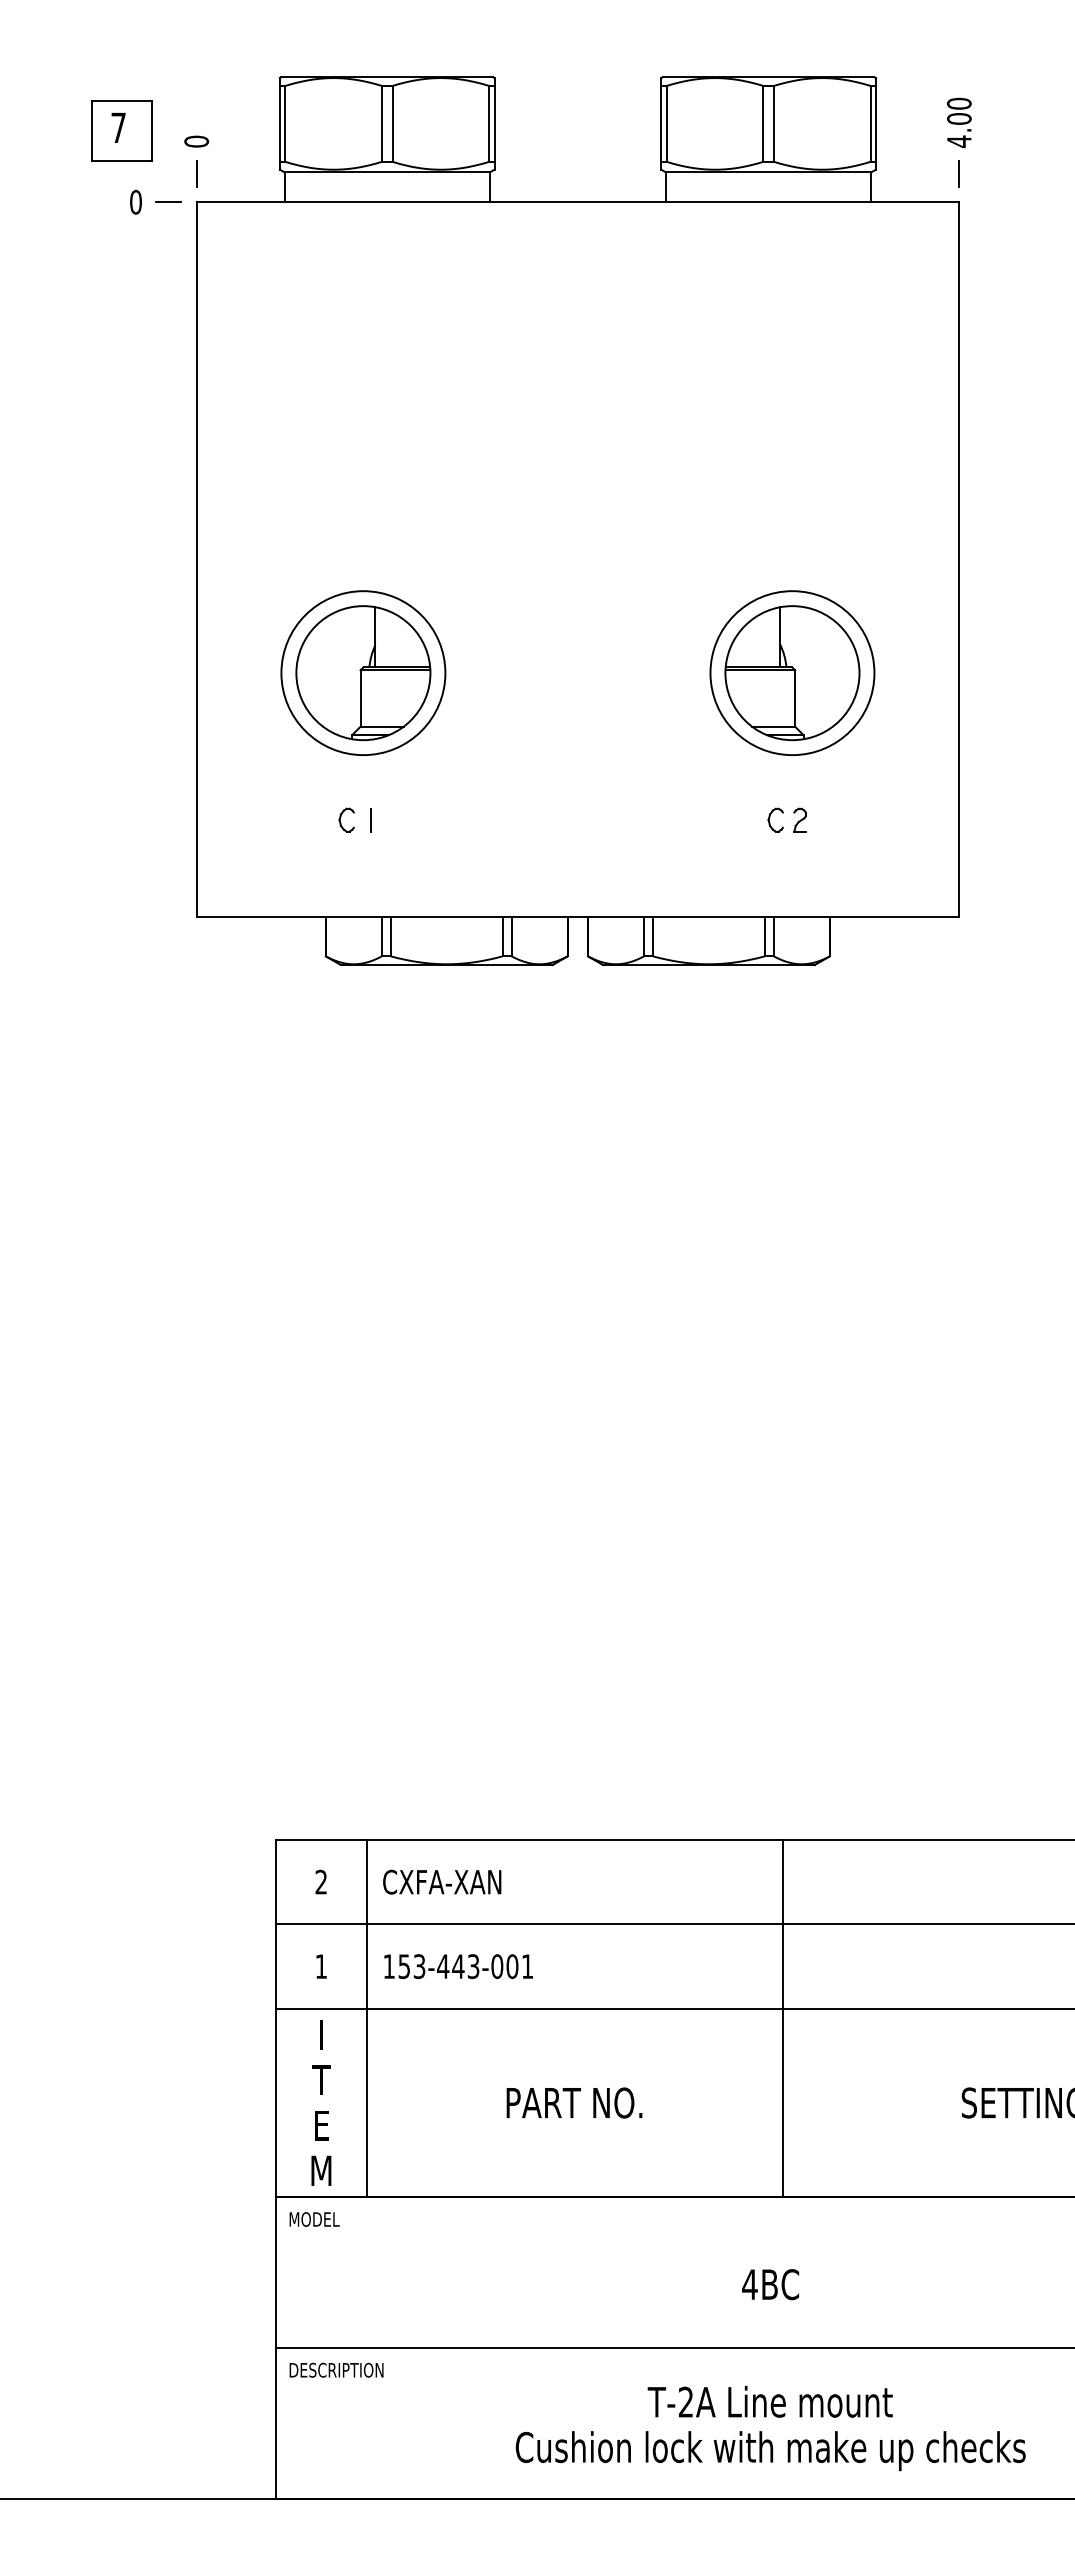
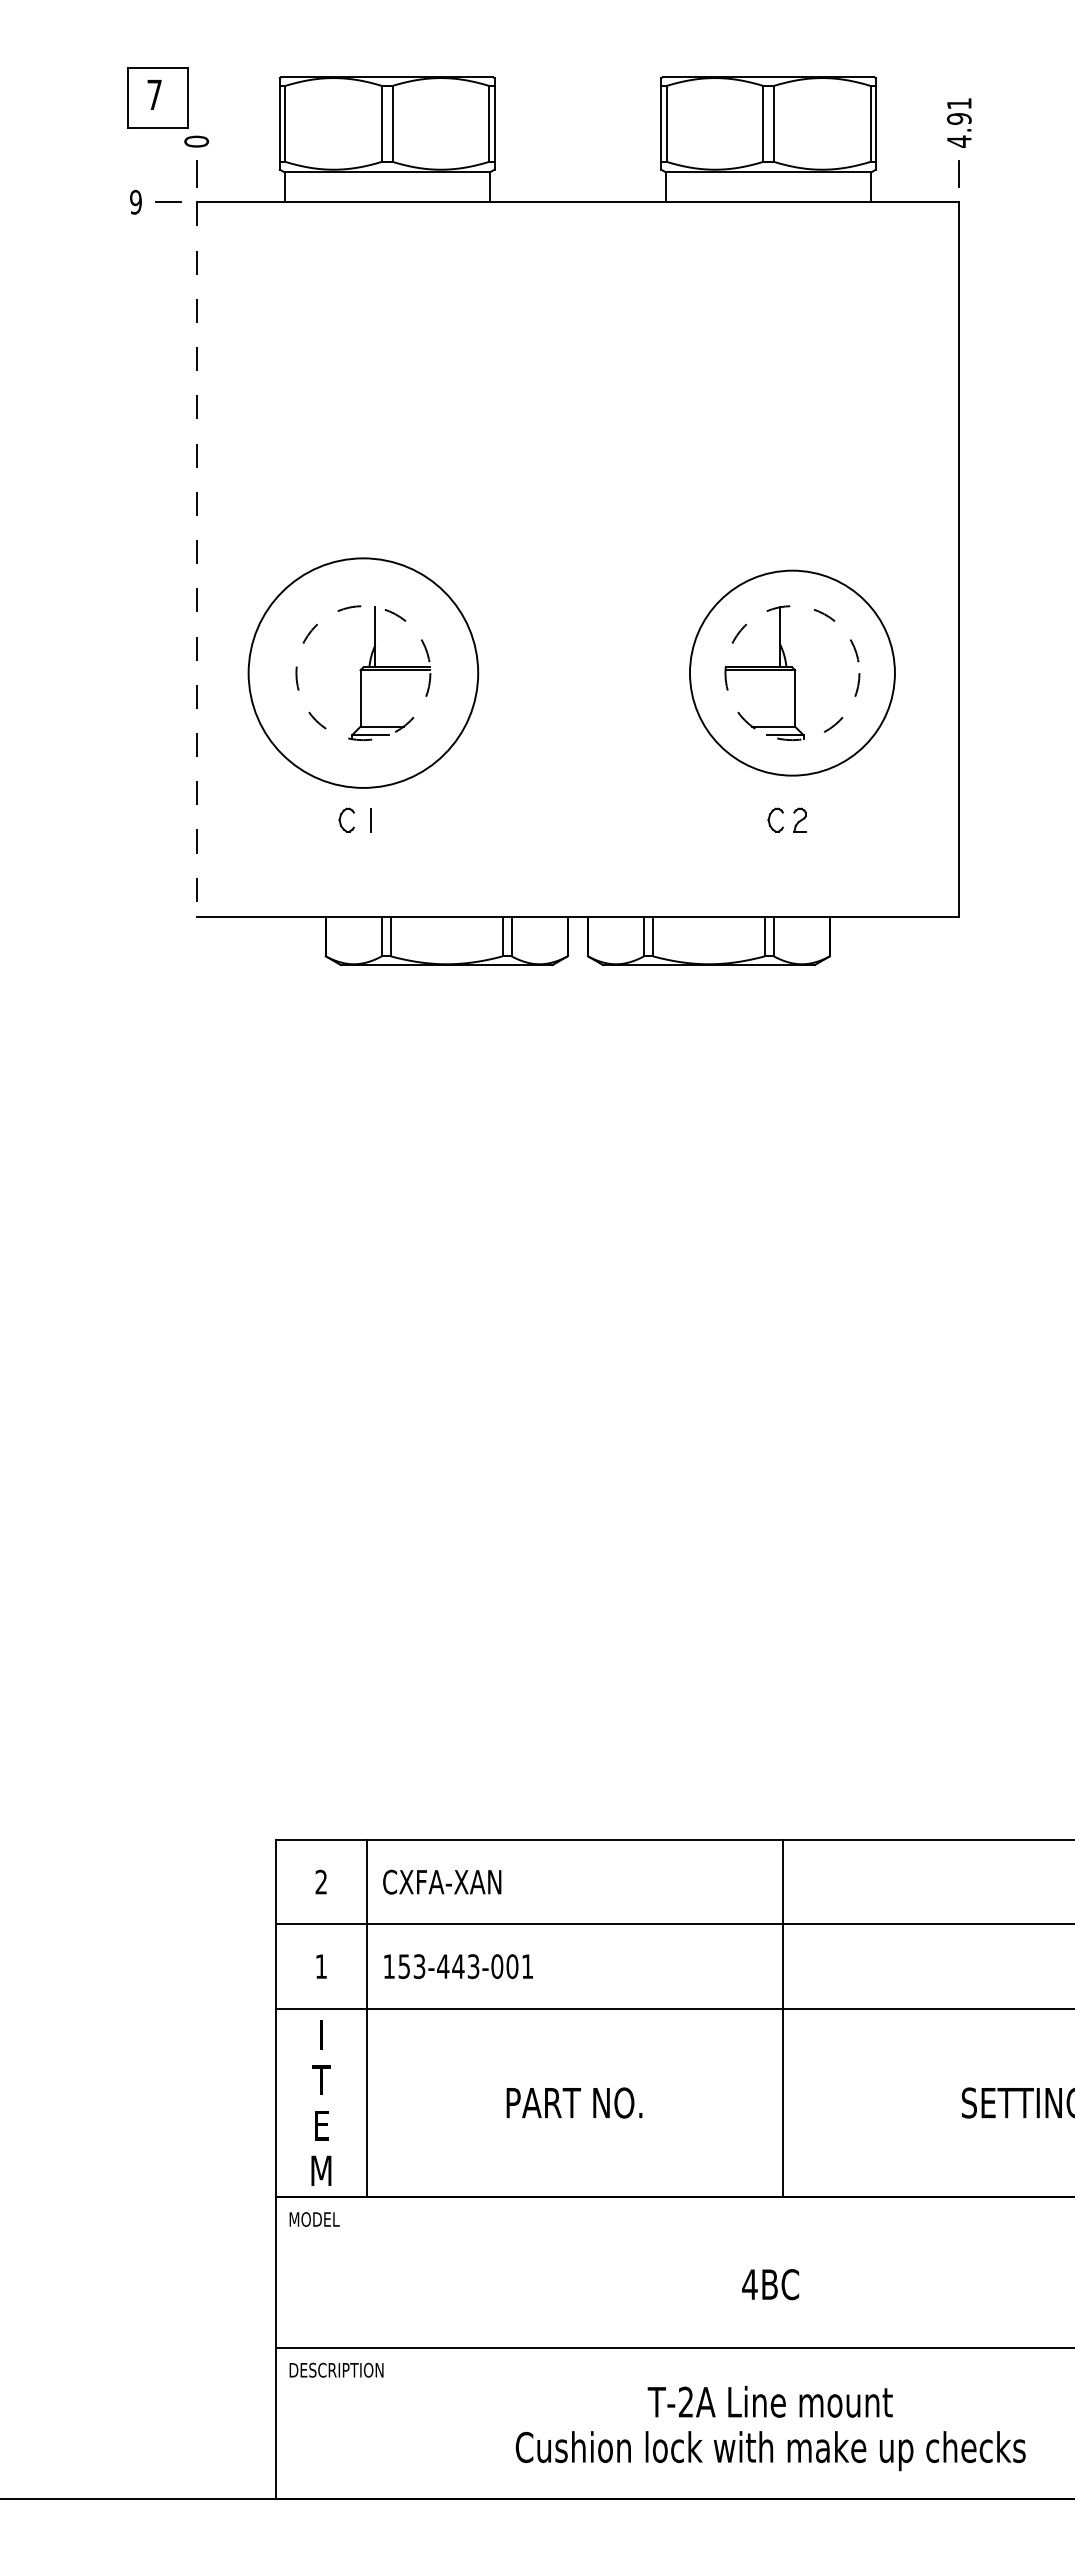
text at (959, 110): 4.00 -> 4.91
part at (121, 130) position: (121, 130) -> (157, 97)
text at (135, 202): 0 -> 9
line at (196, 559): solid -> dashed
circle at (363, 673) diameter: 164 px -> 230 px
circle at (363, 673): solid -> dashed
circle at (792, 673) diameter: 164 px -> 205 px
circle at (792, 673): solid -> dashed
